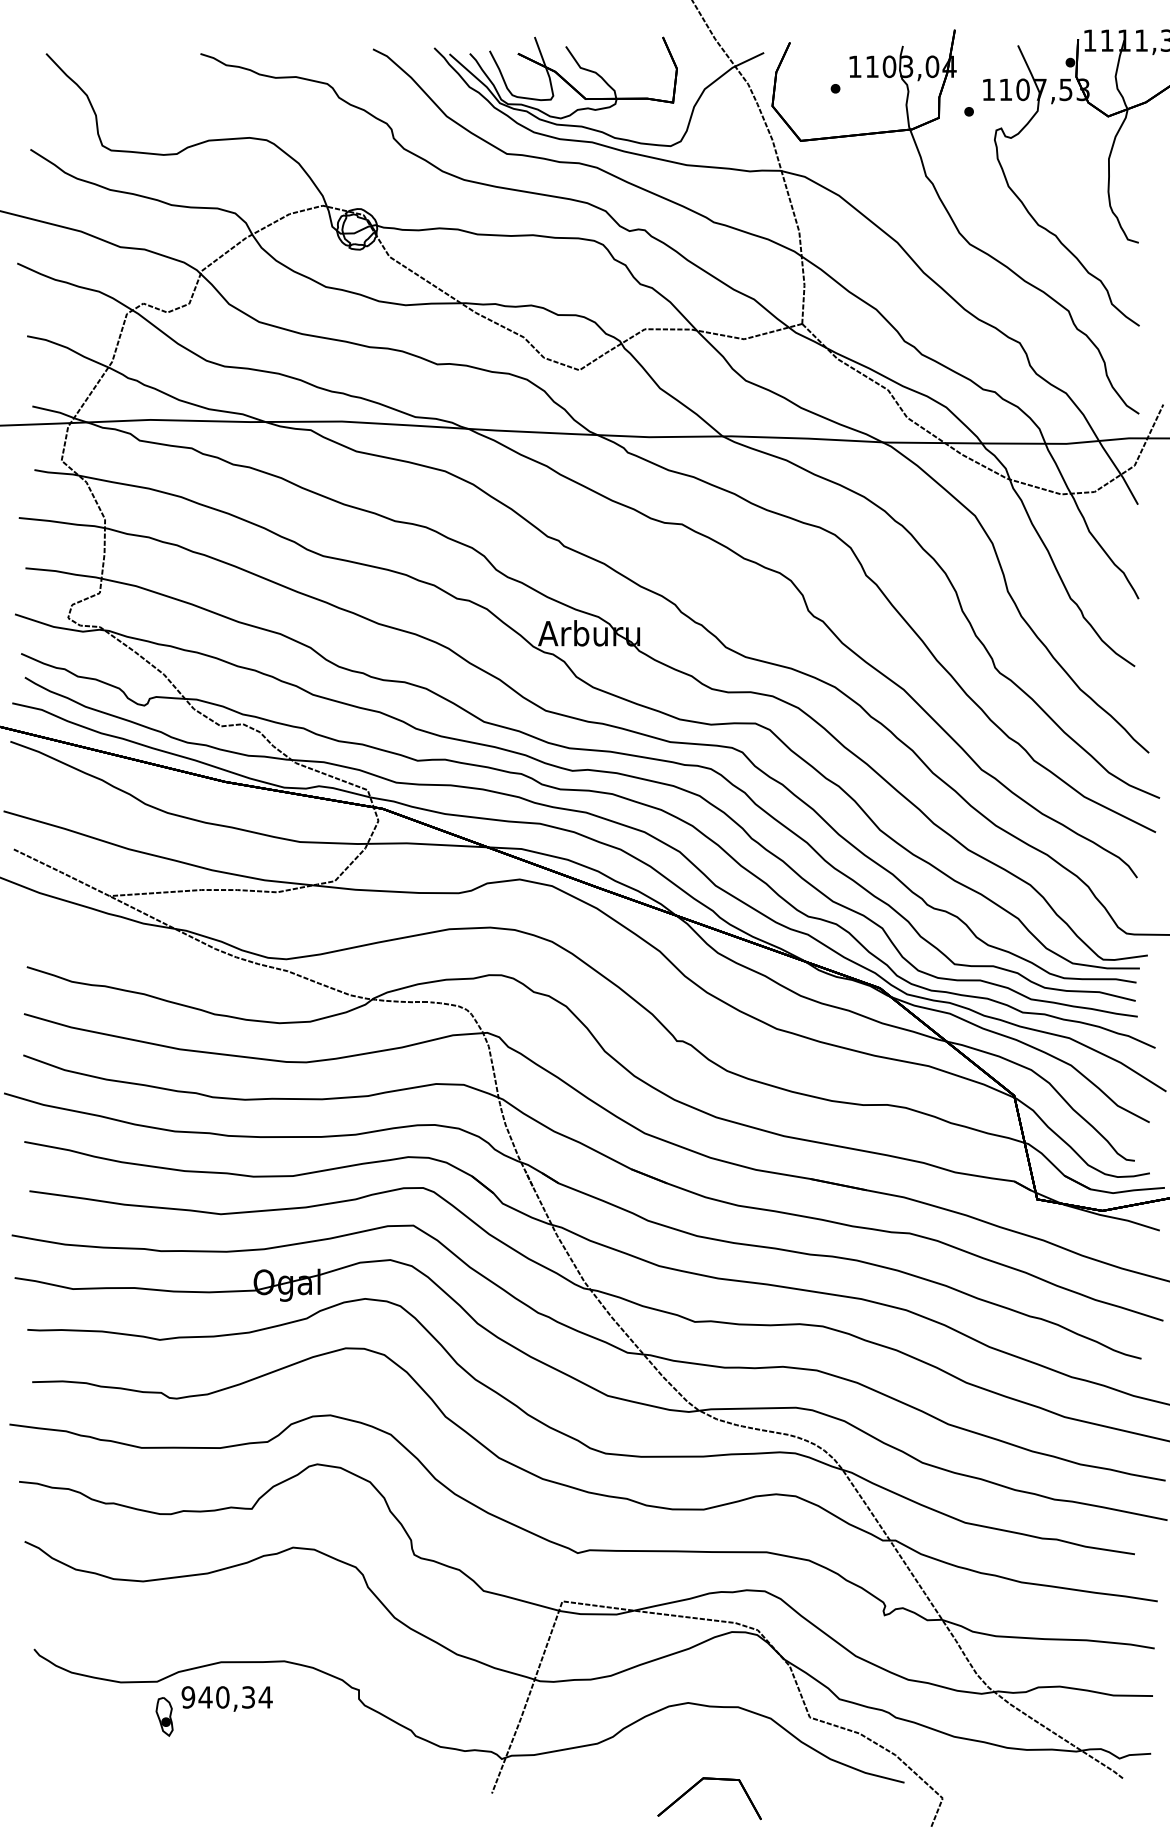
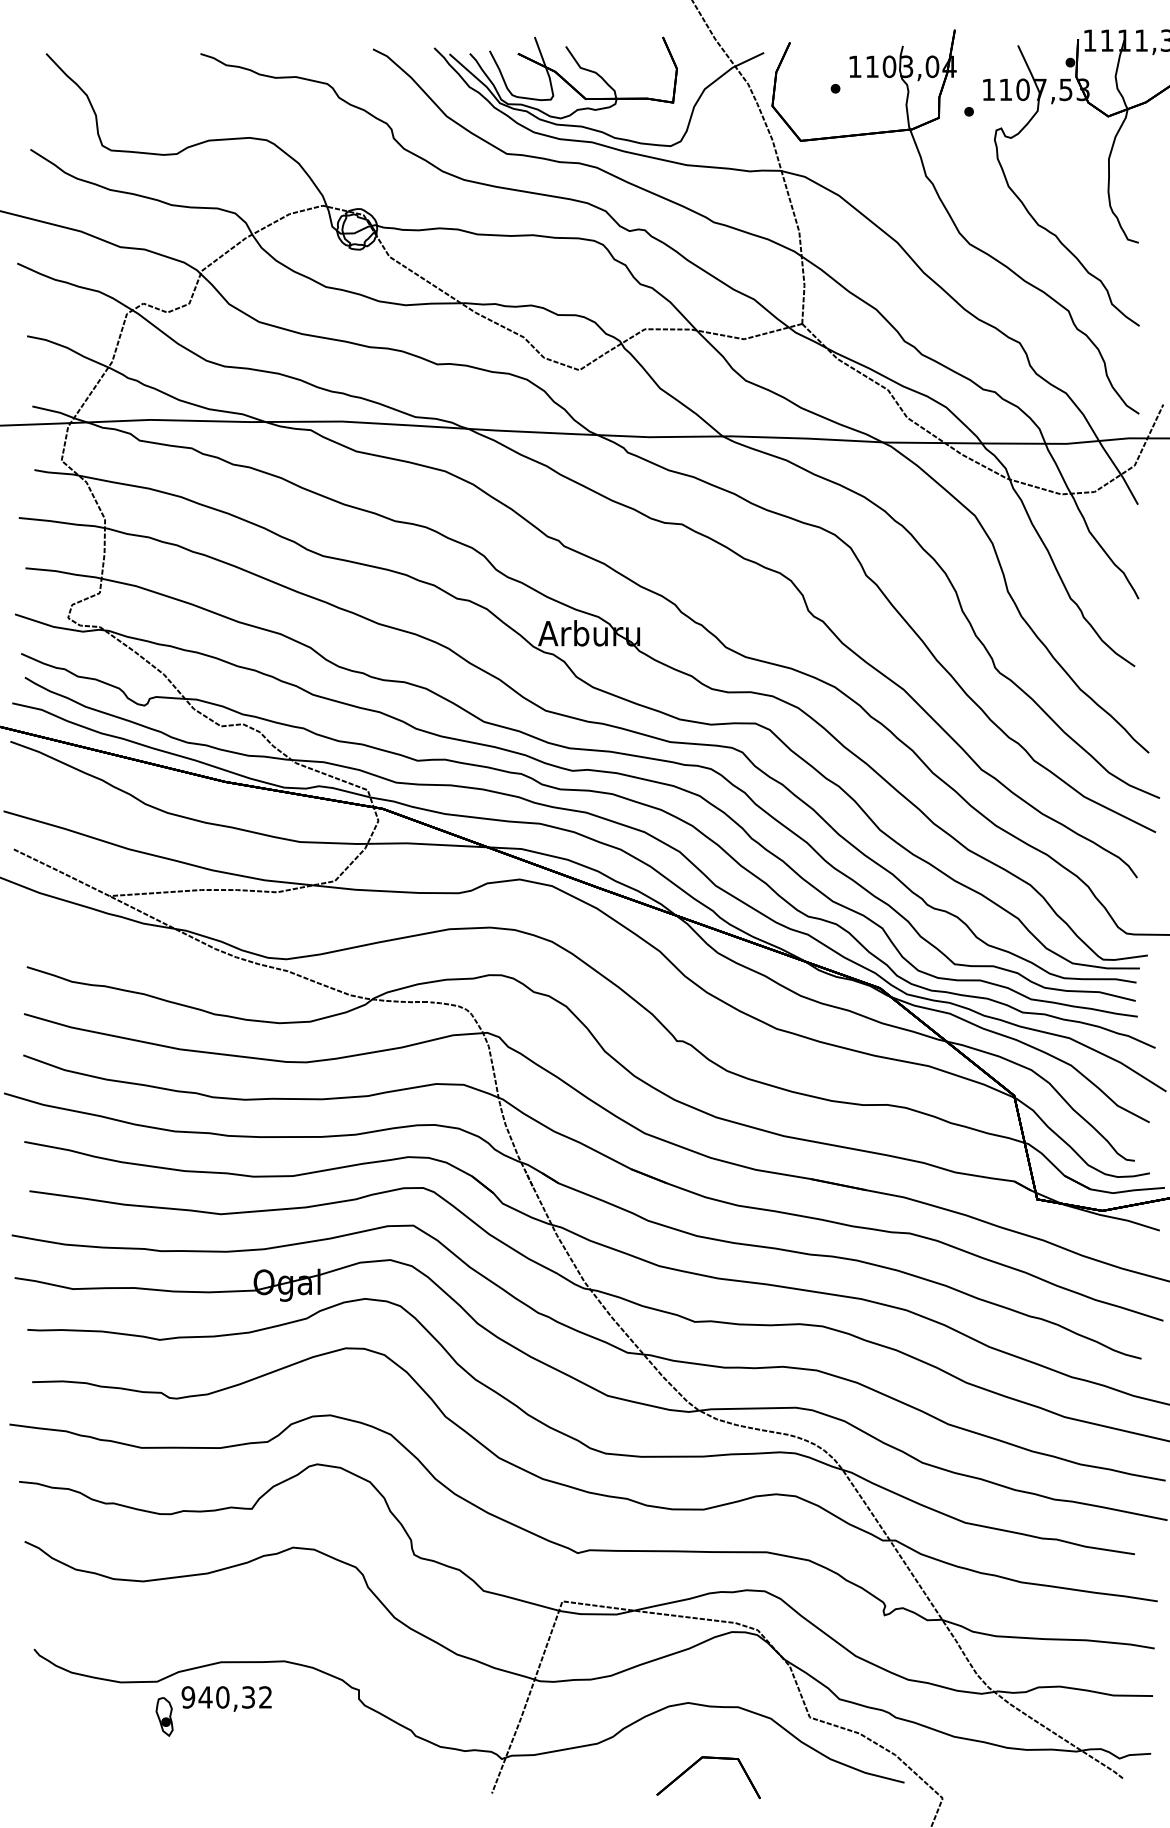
text at (265, 1697): 940,34 -> 940,32
part at (700, 1782) position: (700, 1782) -> (699, 1761)
